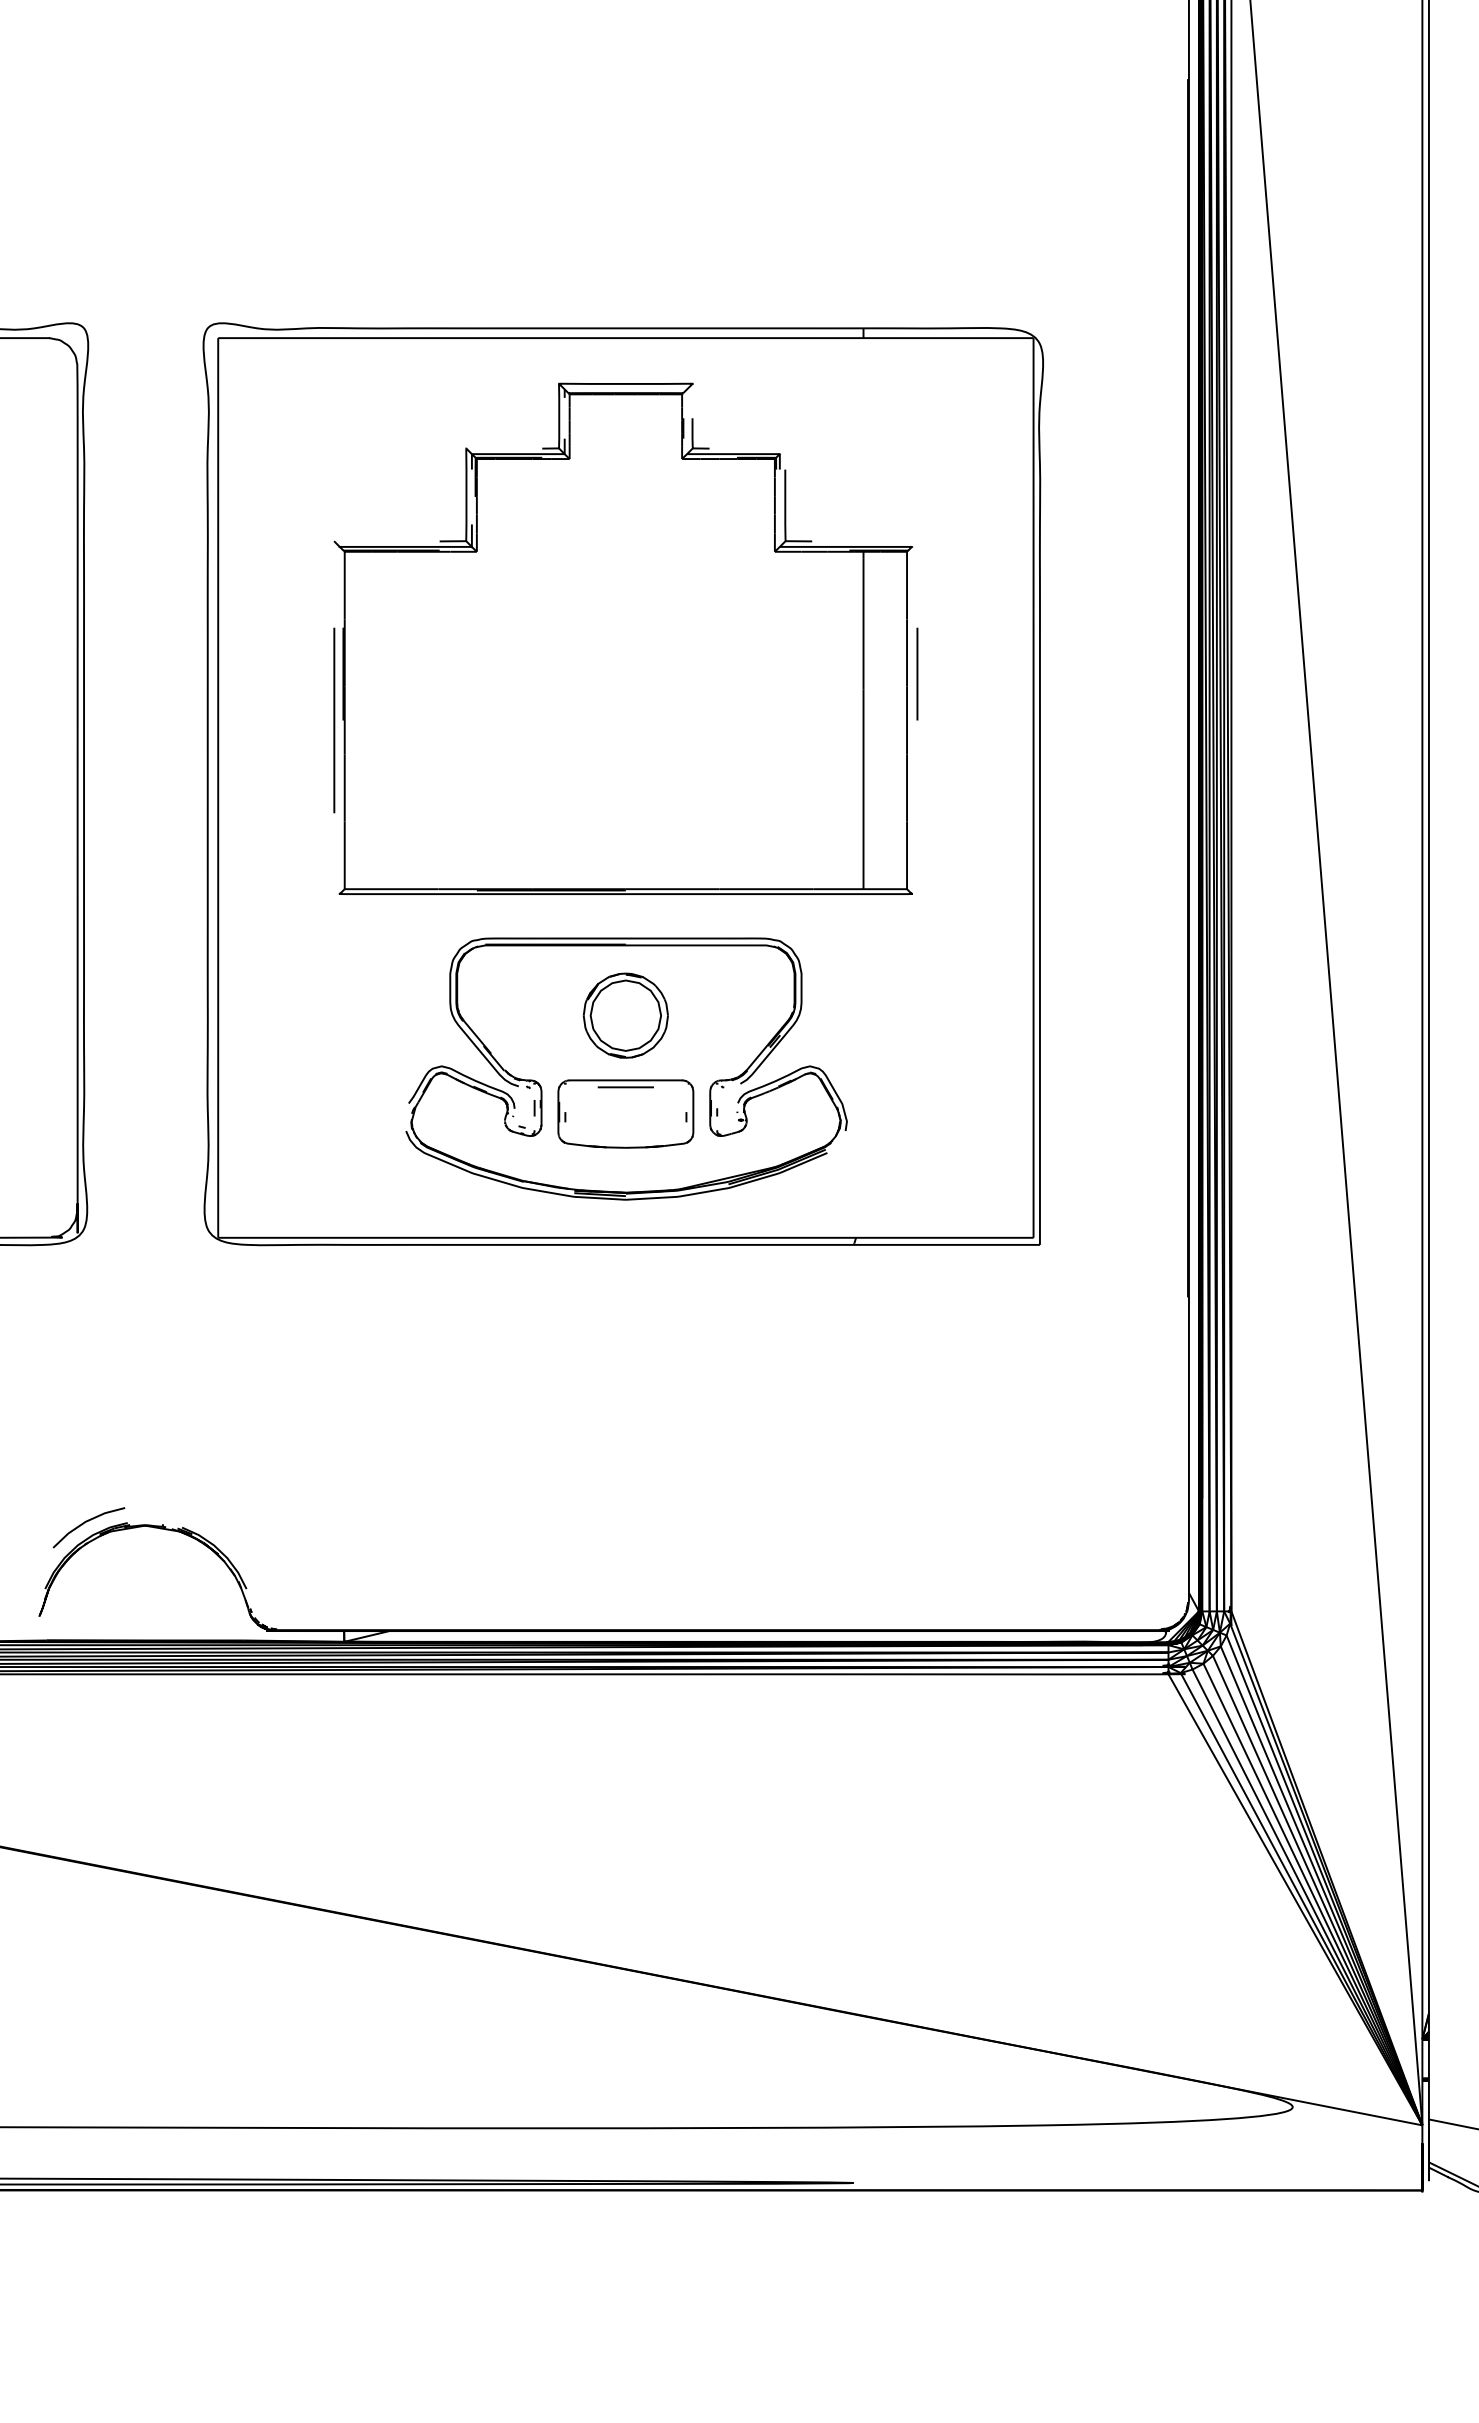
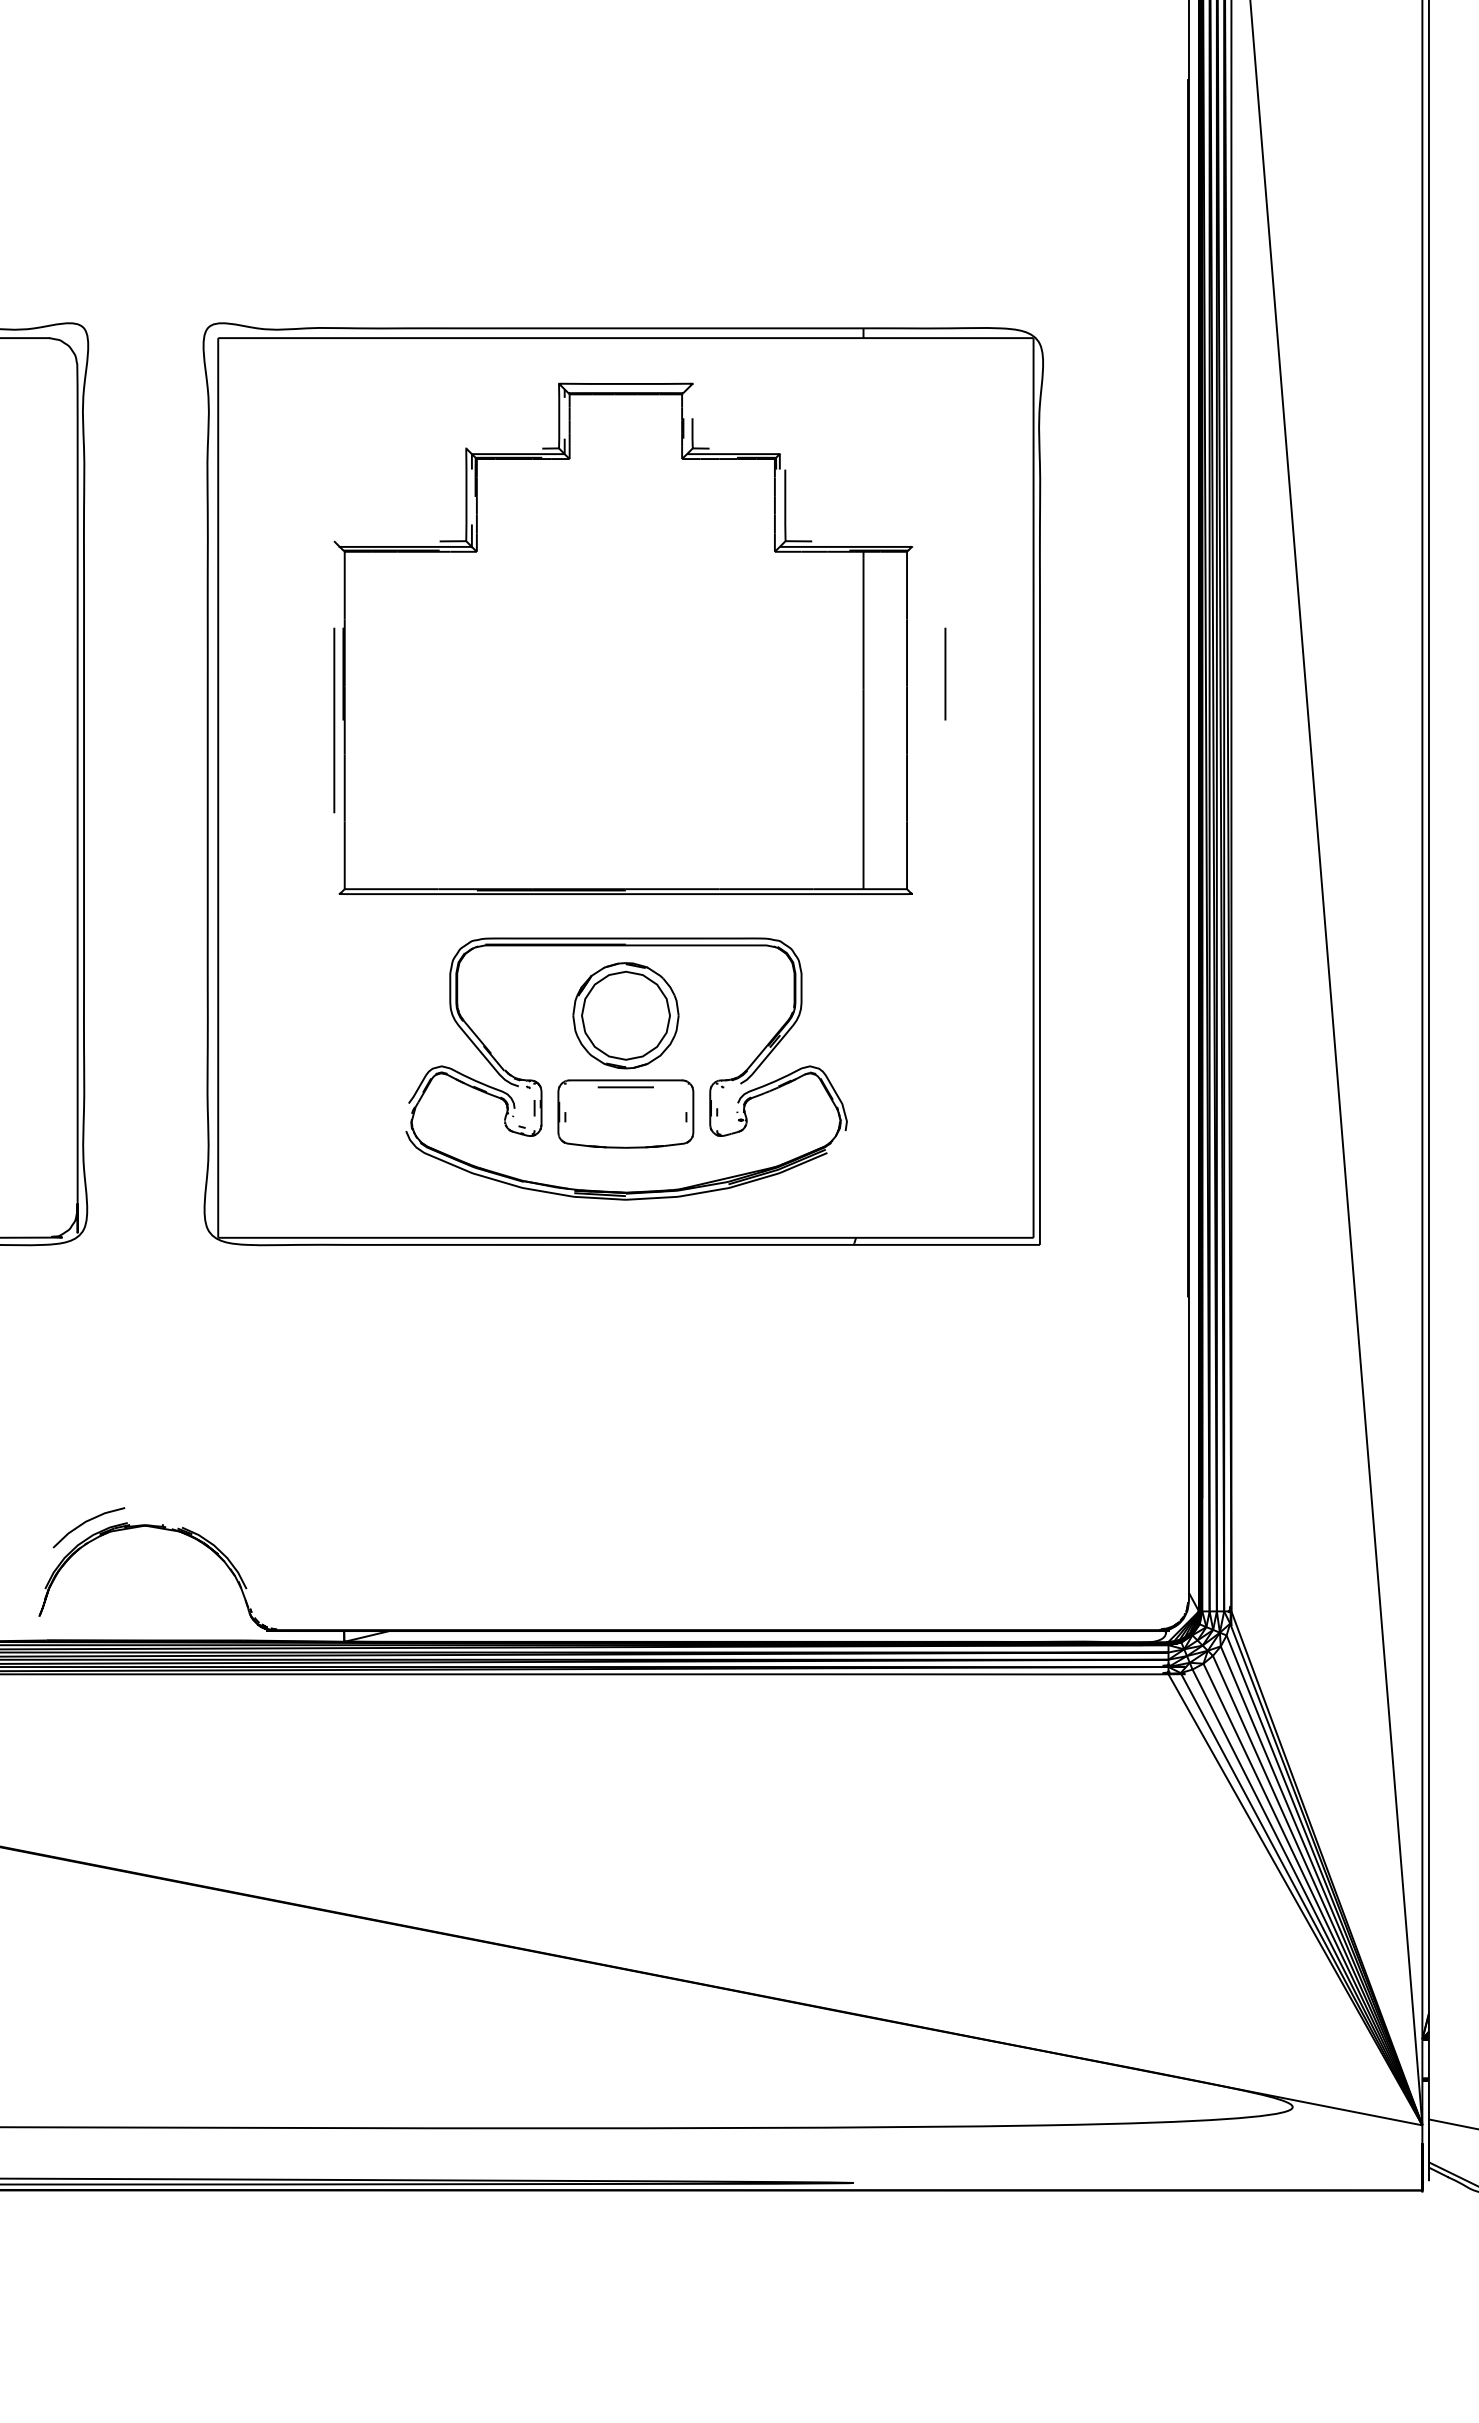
line at (917, 673) position: (917, 673) -> (945, 673)
part at (625, 1015) size: 87x87 px -> 108x108 px
